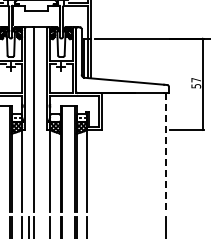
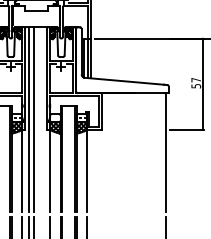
line at (28, 119): none -> present
line at (165, 153): dashed -> solid
